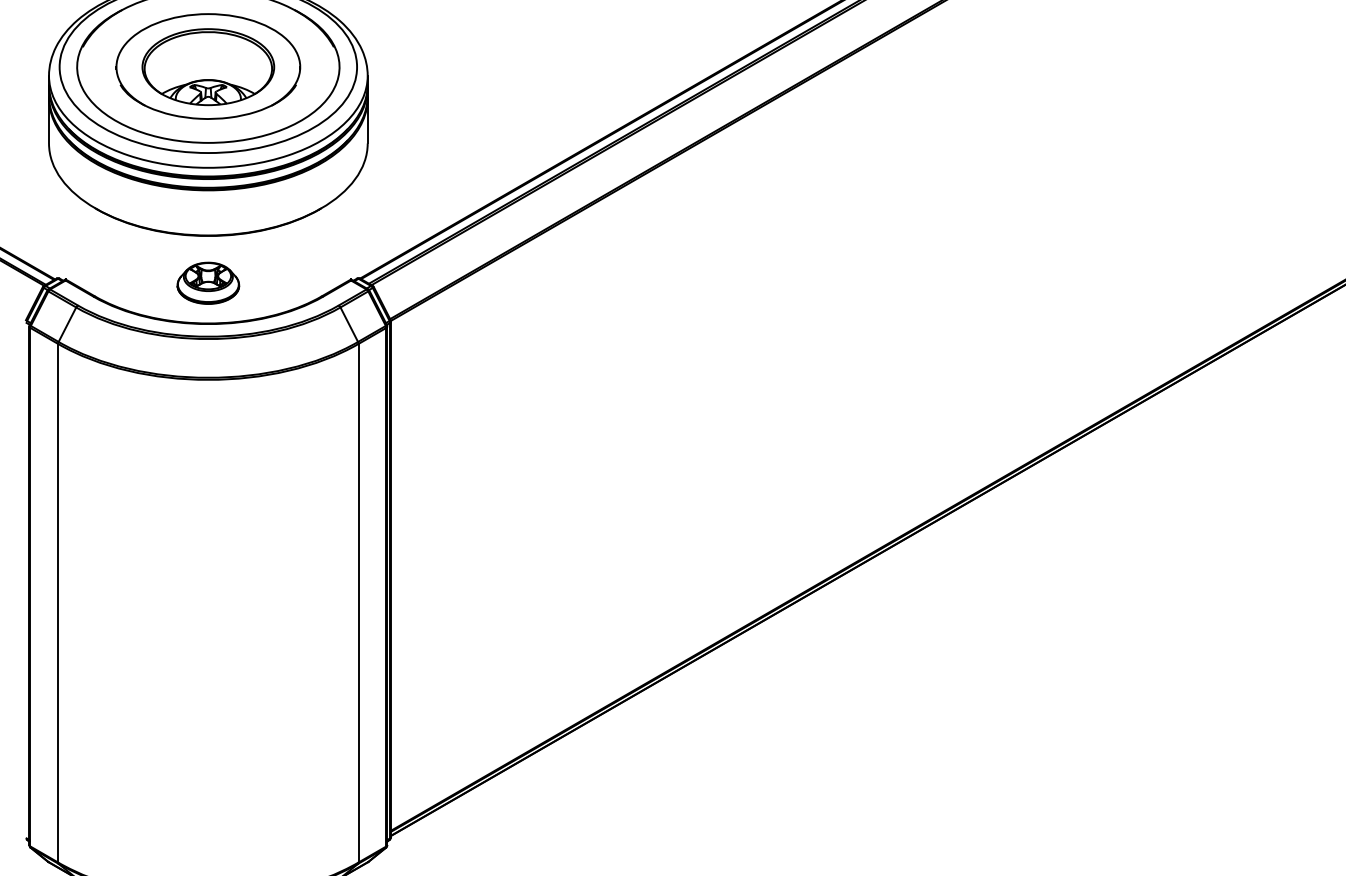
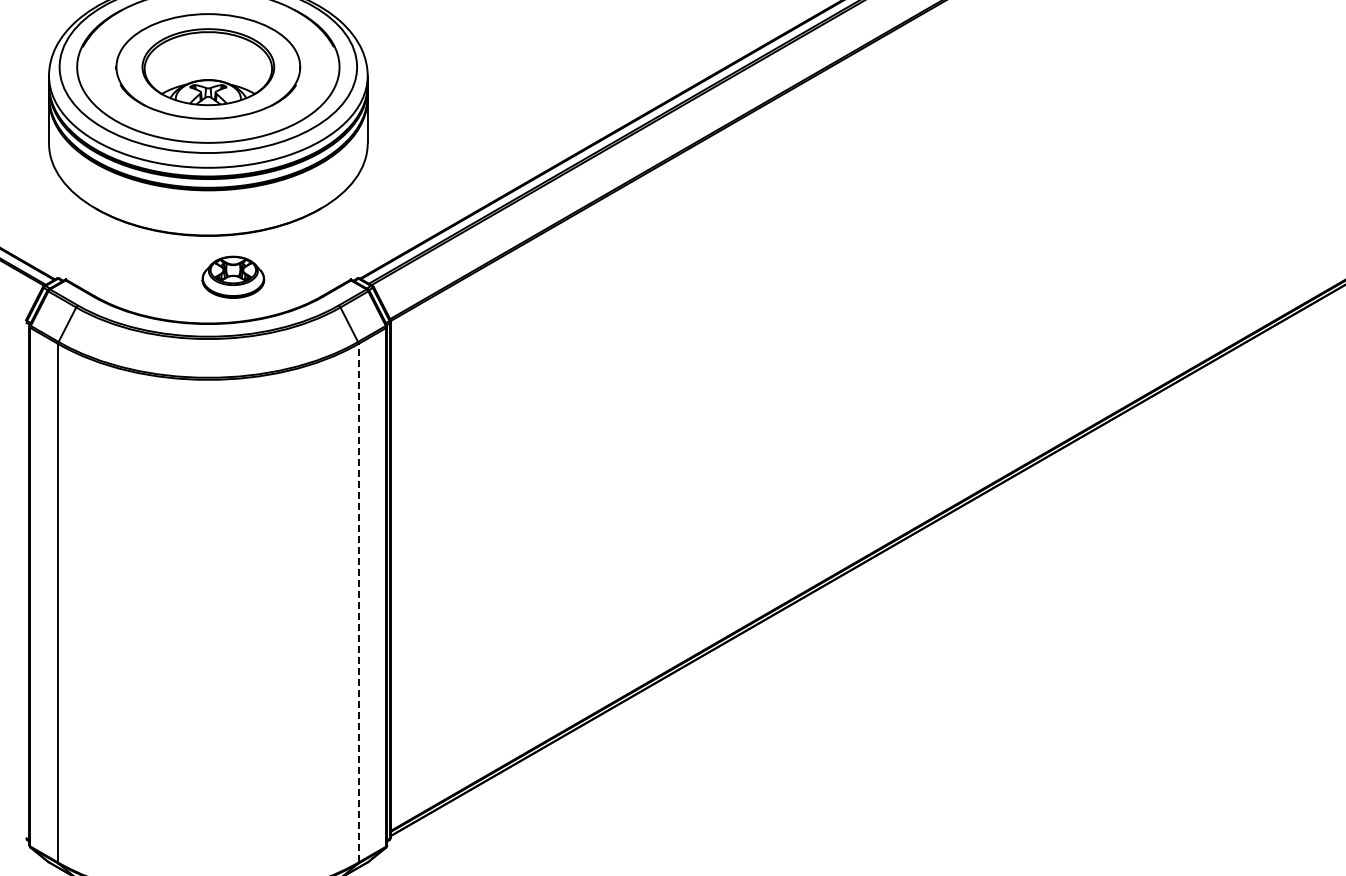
part at (208, 282) position: (208, 282) -> (233, 276)
line at (358, 602): solid -> dashed
